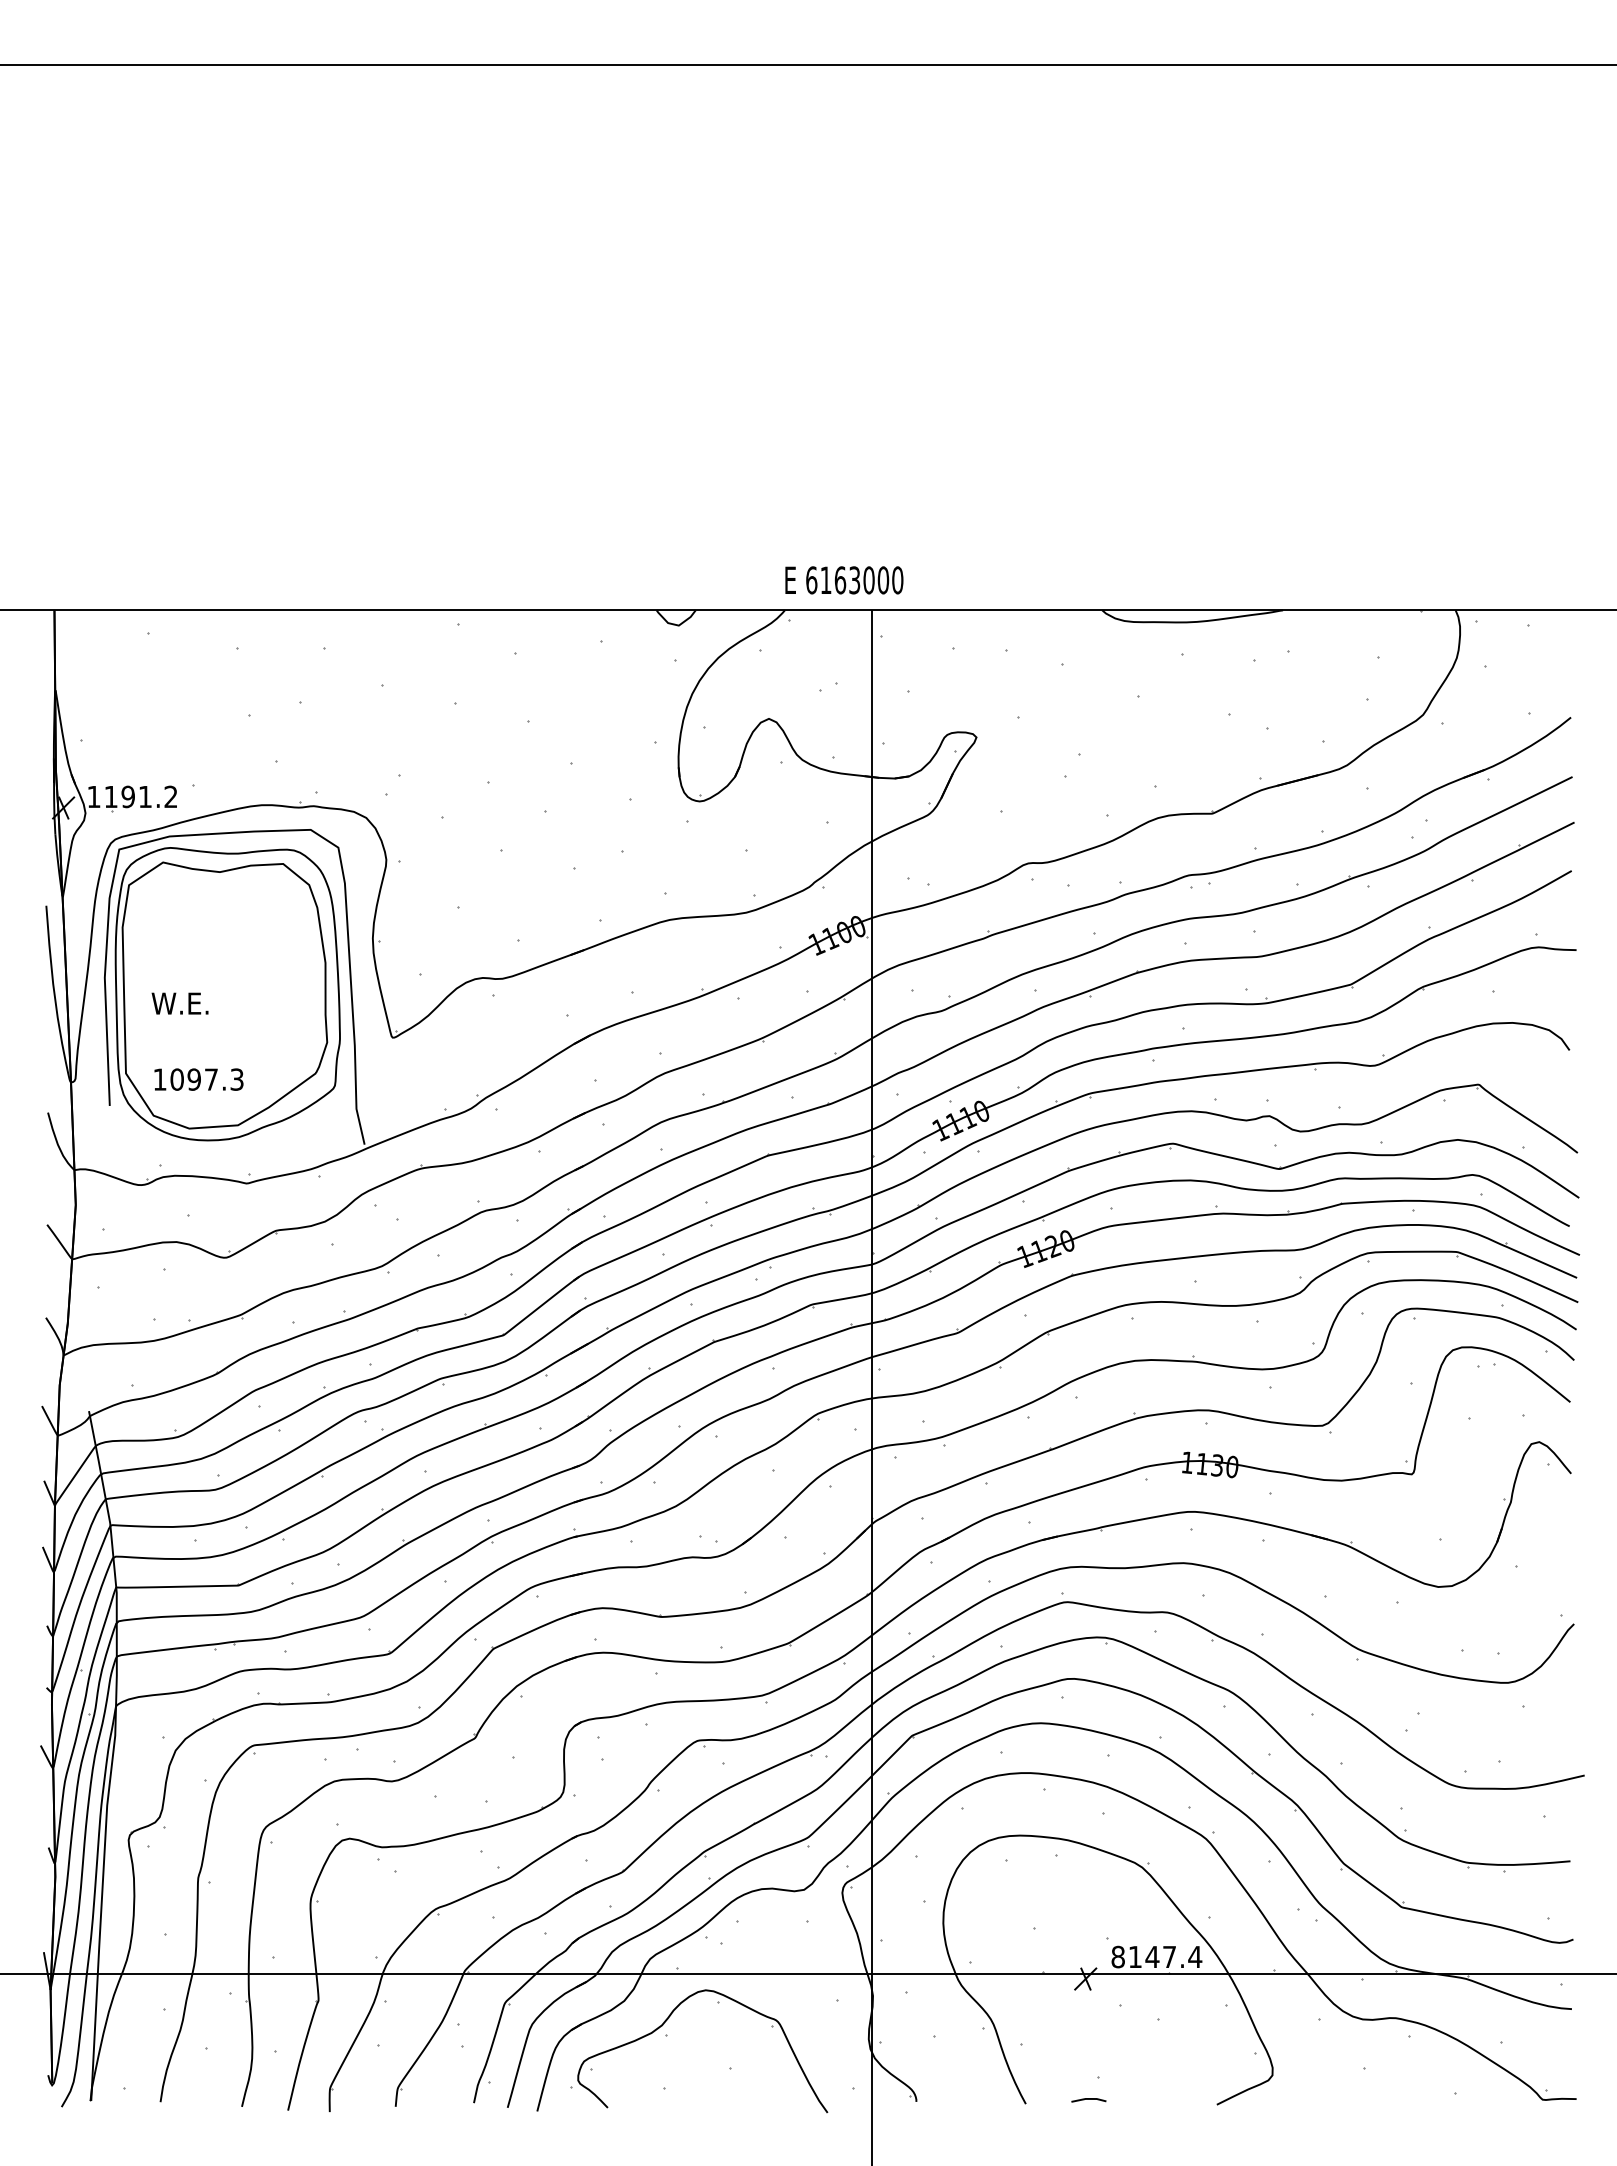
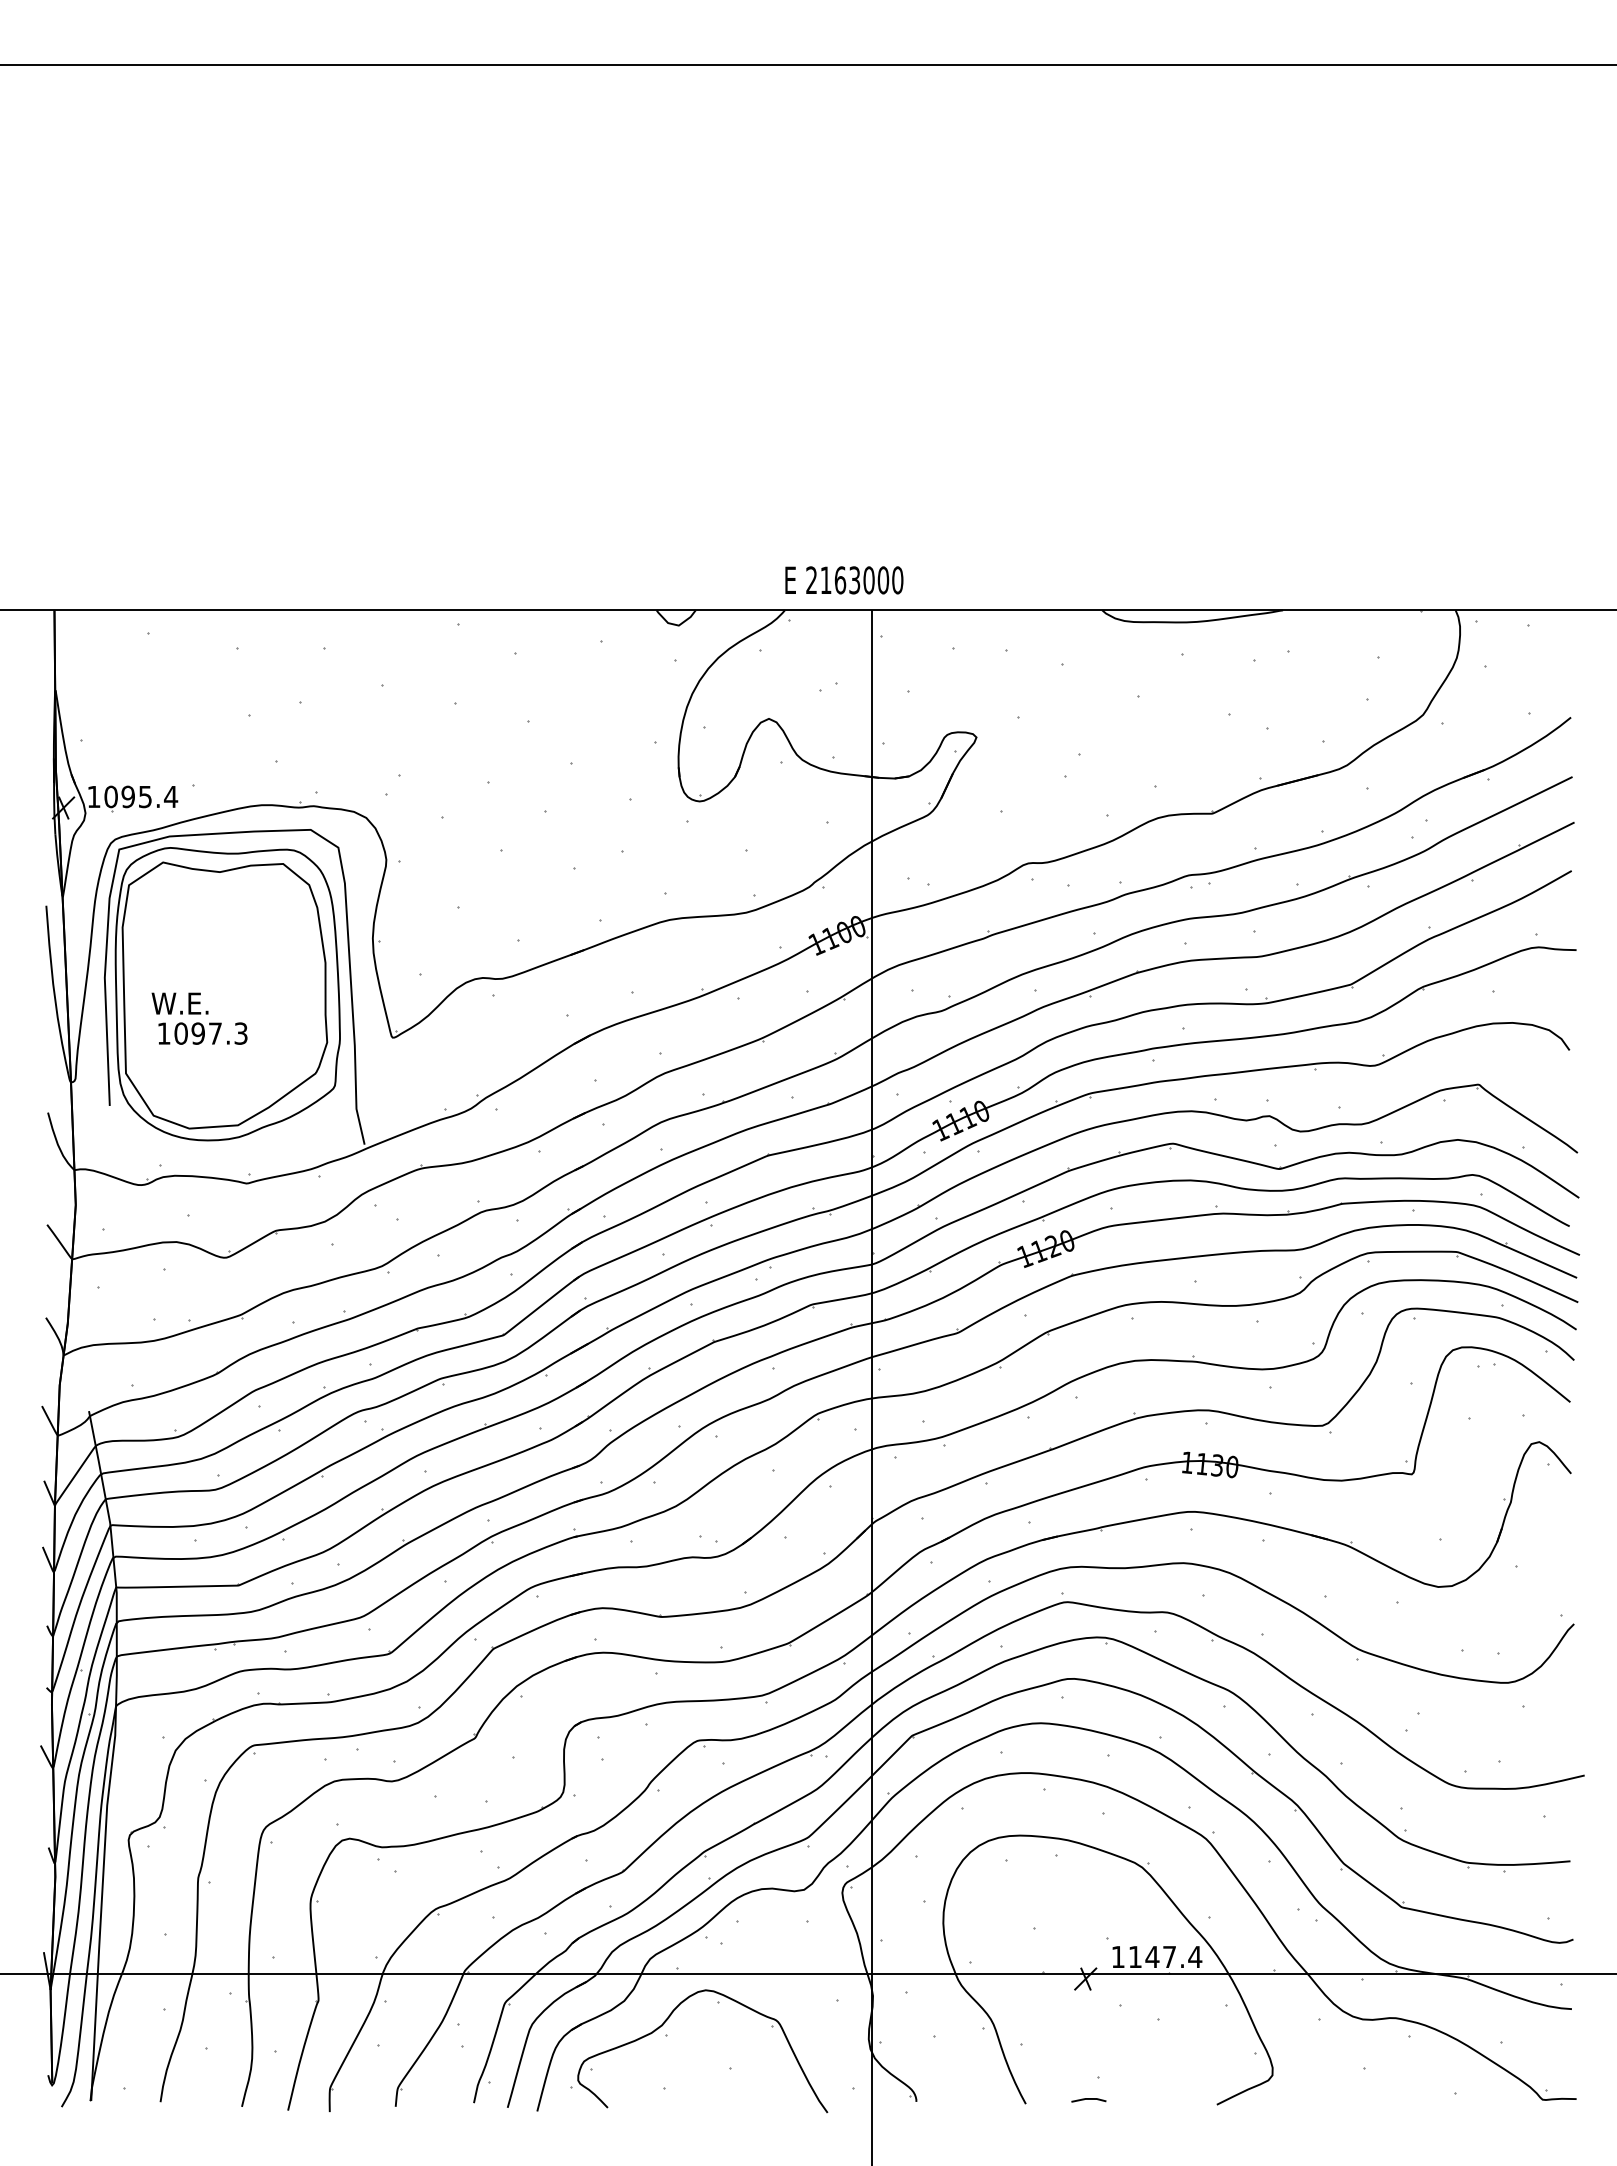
text at (811, 580): 6163000 -> 2163000
text at (141, 796): 1191.2 -> 1095.4
text at (198, 1079) position: (198, 1079) -> (202, 1033)
text at (1117, 1956): 8147.4 -> 1147.4
